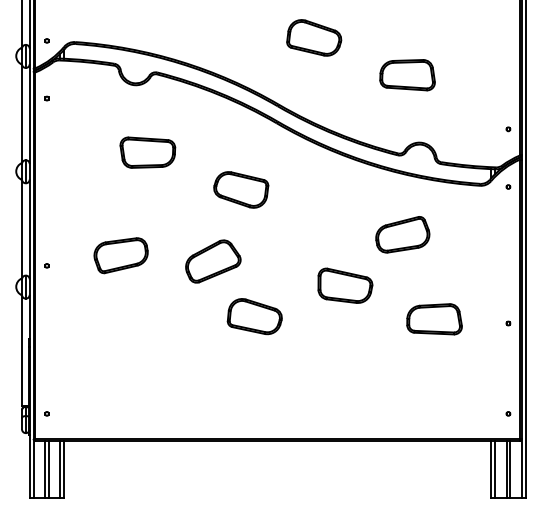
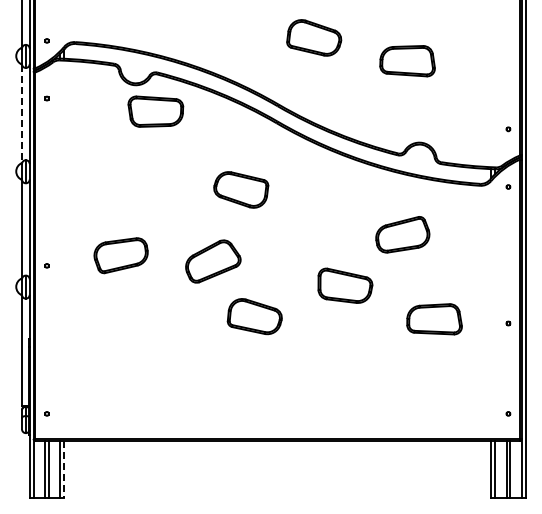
part at (407, 75) position: (407, 75) -> (407, 61)
line at (22, 114): solid -> dashed
part at (147, 152) position: (147, 152) -> (155, 111)
line at (64, 469): solid -> dashed
